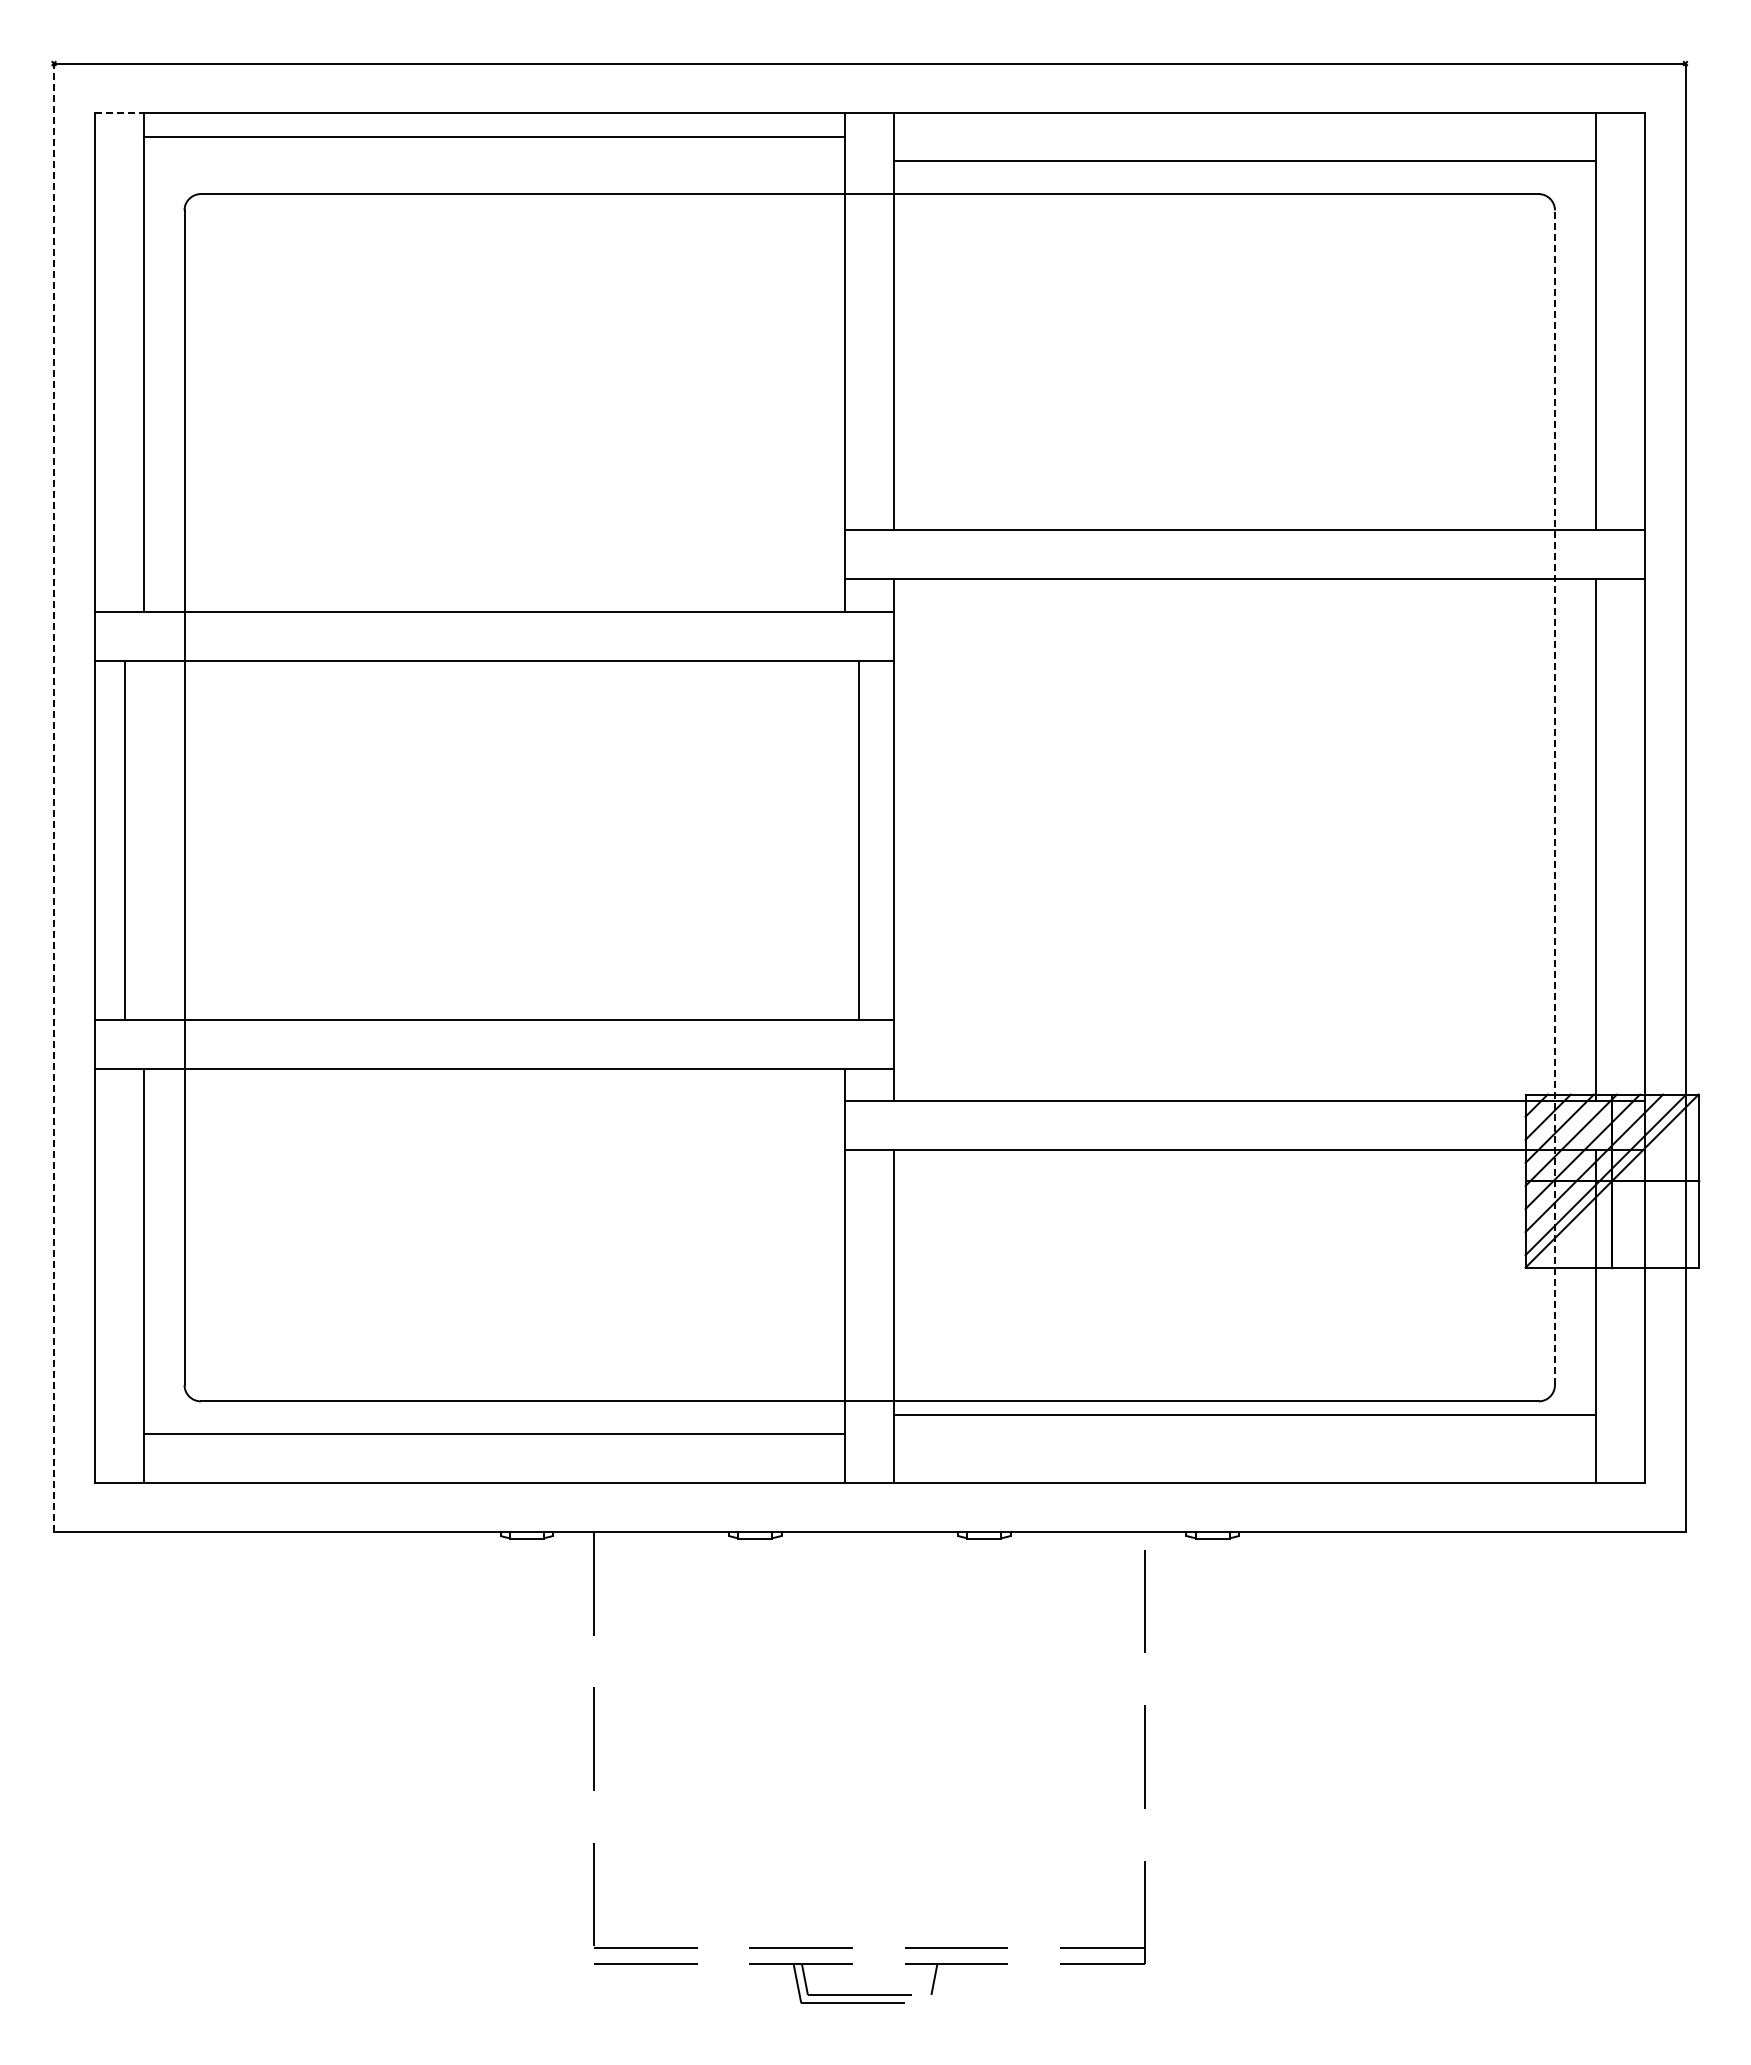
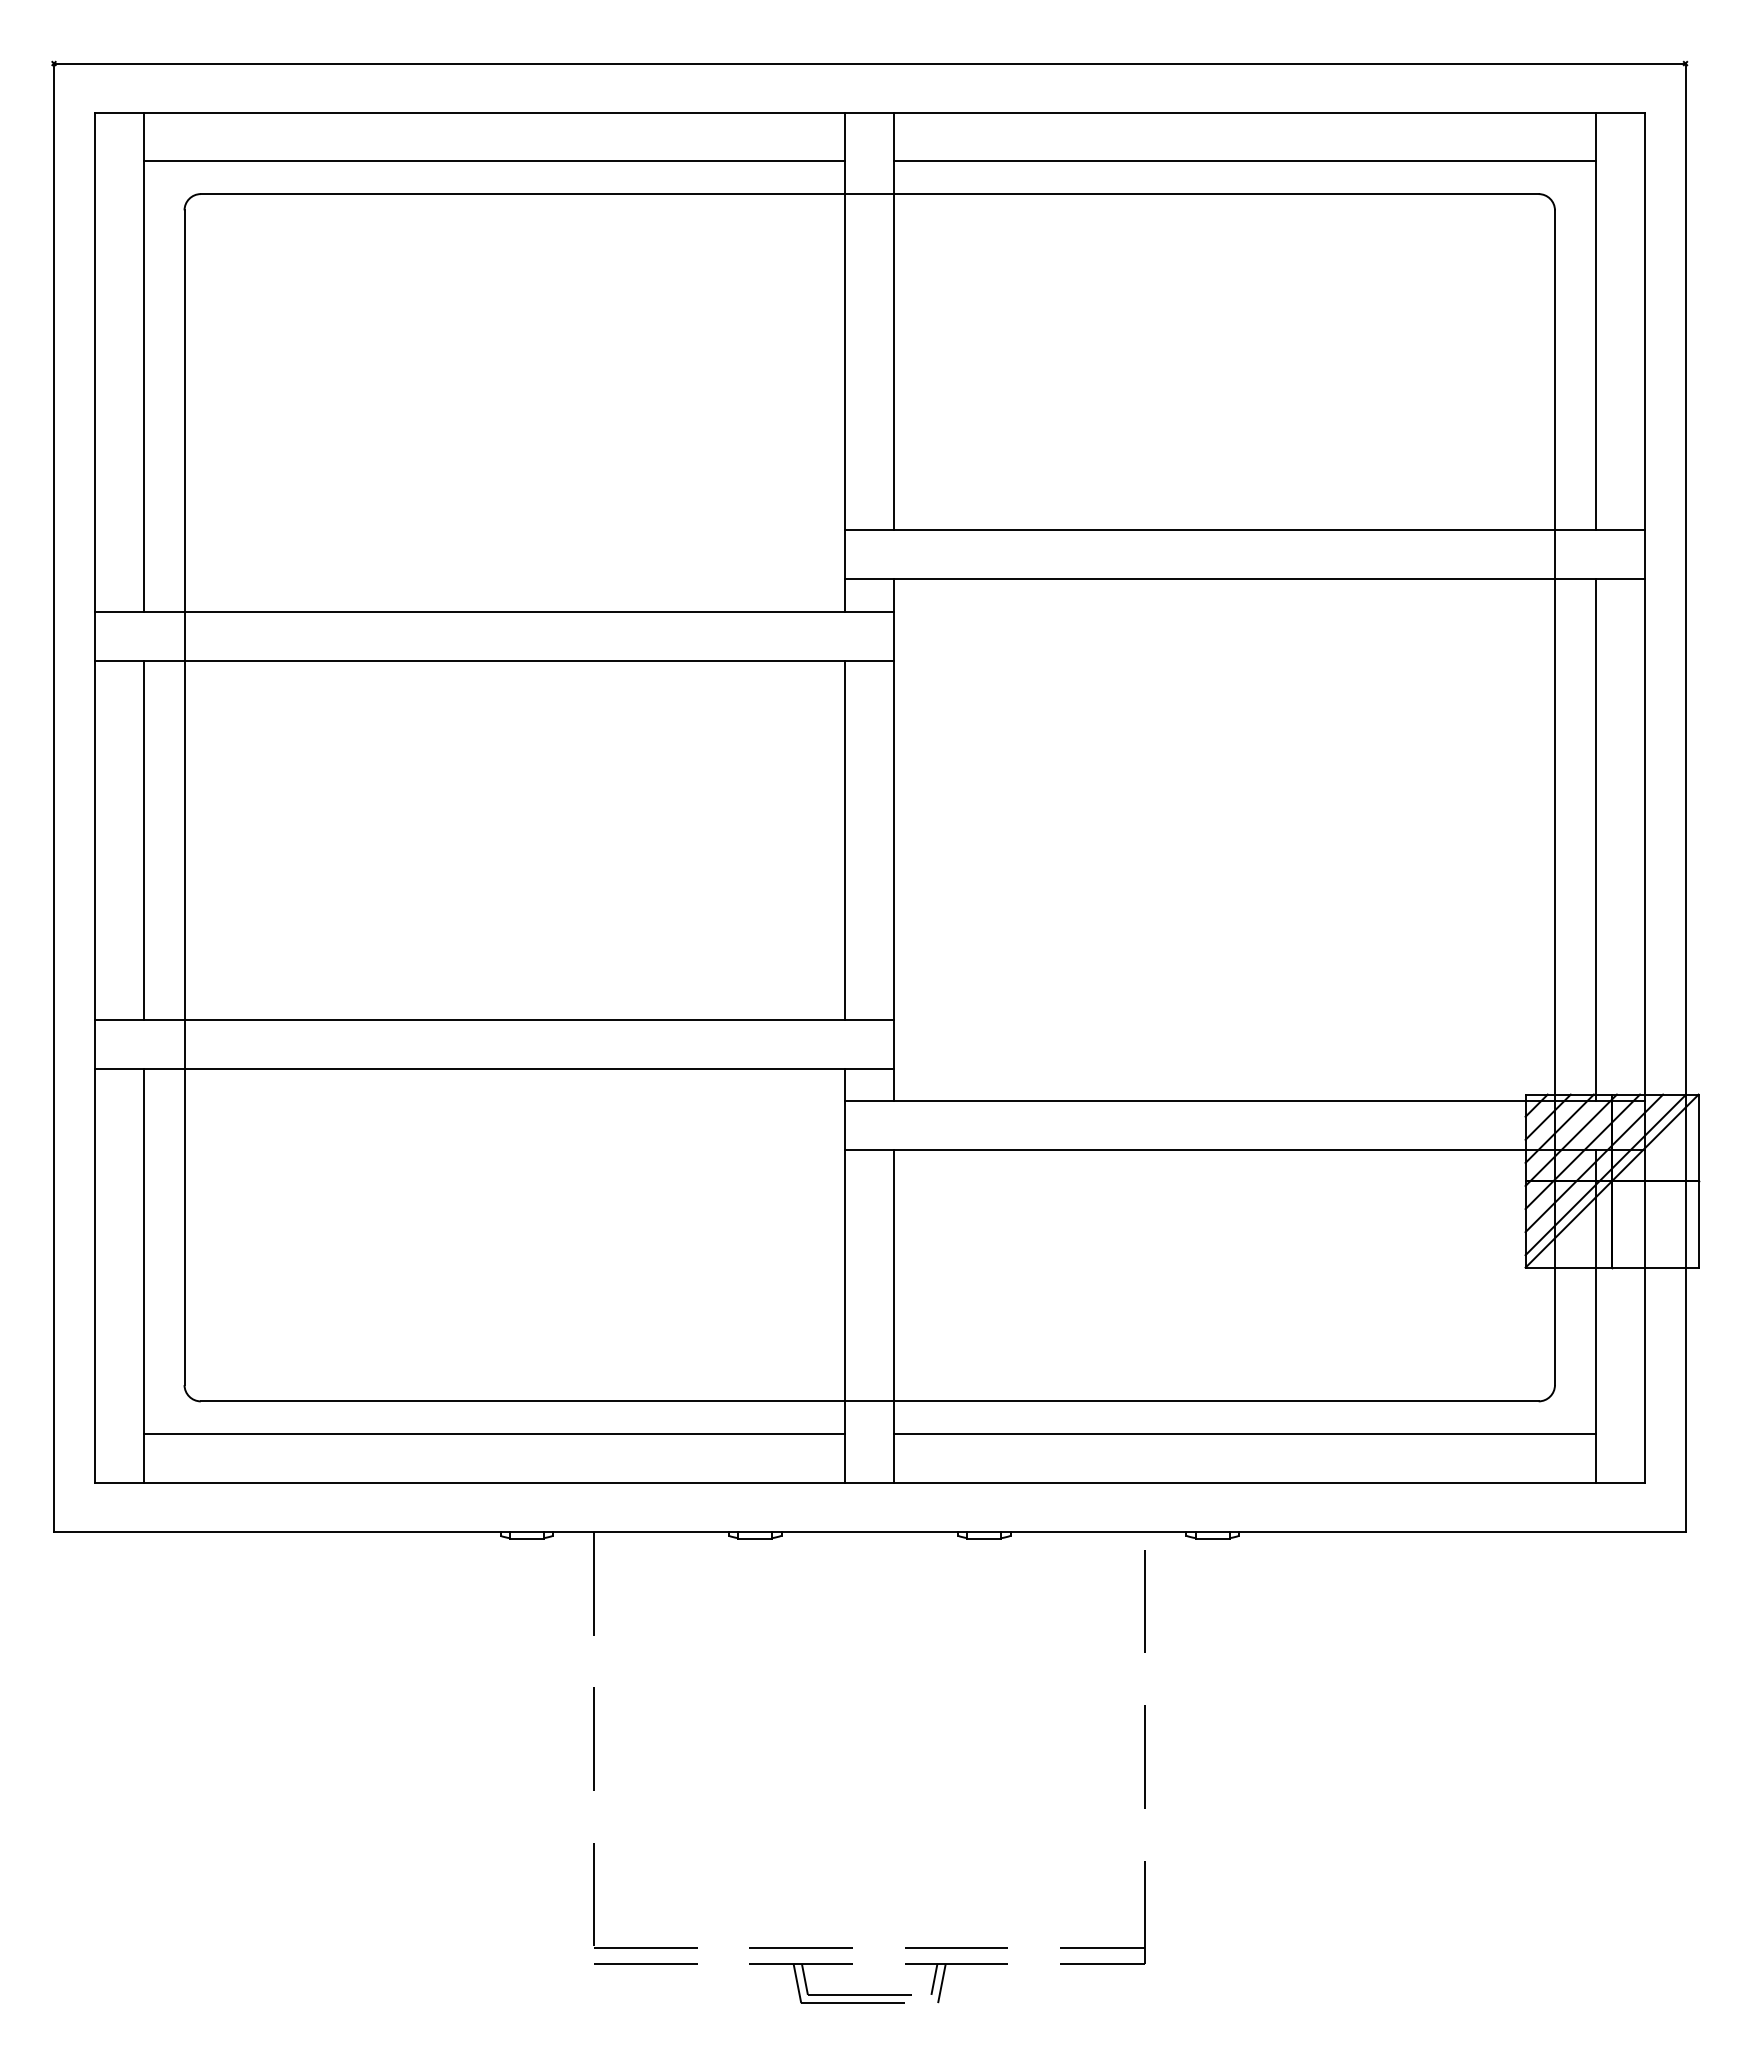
line at (119, 112): dashed -> solid
line at (494, 137) position: (494, 137) -> (494, 161)
line at (54, 797): dashed -> solid
line at (1554, 797): dashed -> solid
line at (124, 839) position: (124, 839) -> (143, 839)
line at (859, 839) position: (859, 839) -> (845, 839)
line at (1244, 1415) position: (1244, 1415) -> (1244, 1434)
line at (941, 1983): none -> present
